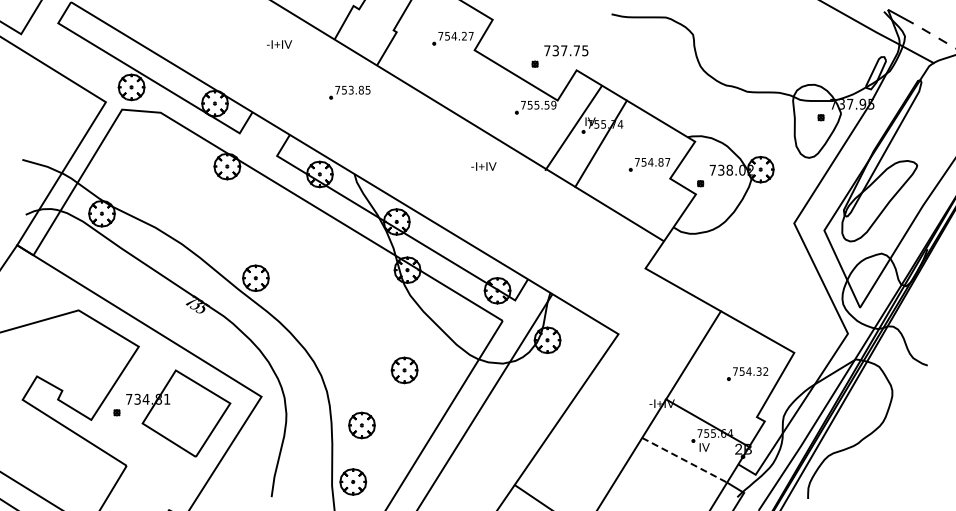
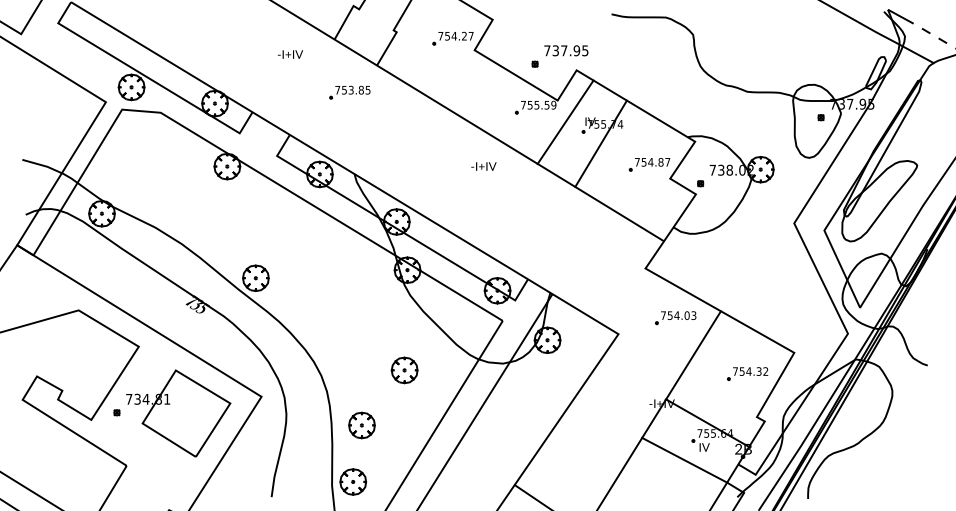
text at (279, 44) position: (279, 44) -> (290, 54)
text at (576, 50): 737.75 -> 737.95
line at (573, 127) position: (573, 127) -> (565, 121)
part at (675, 318): none -> present
line at (684, 460): dashed -> solid
